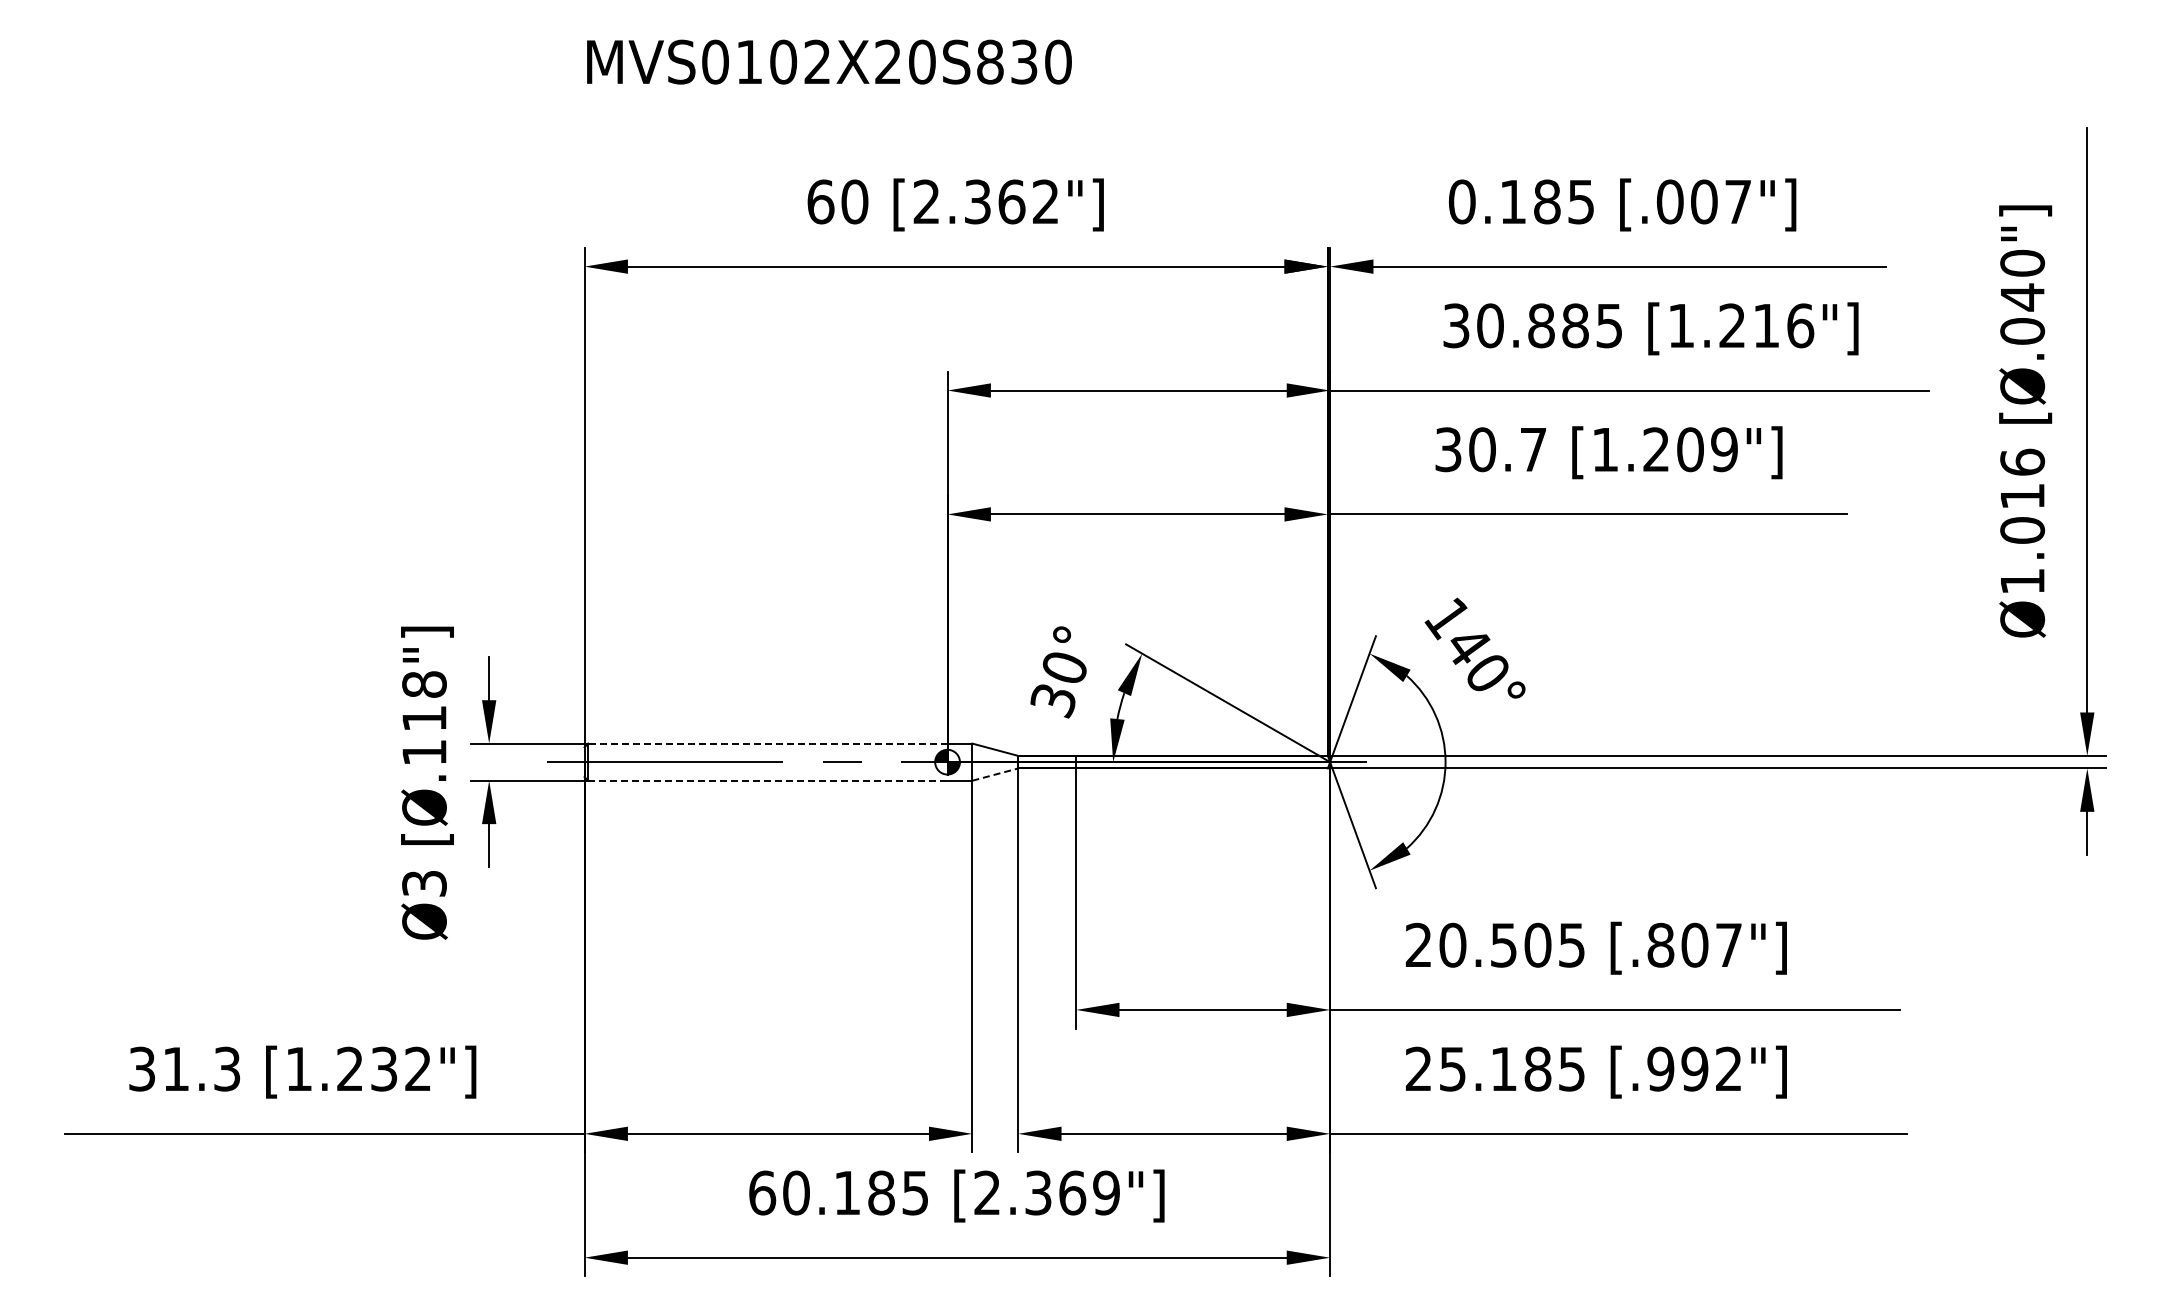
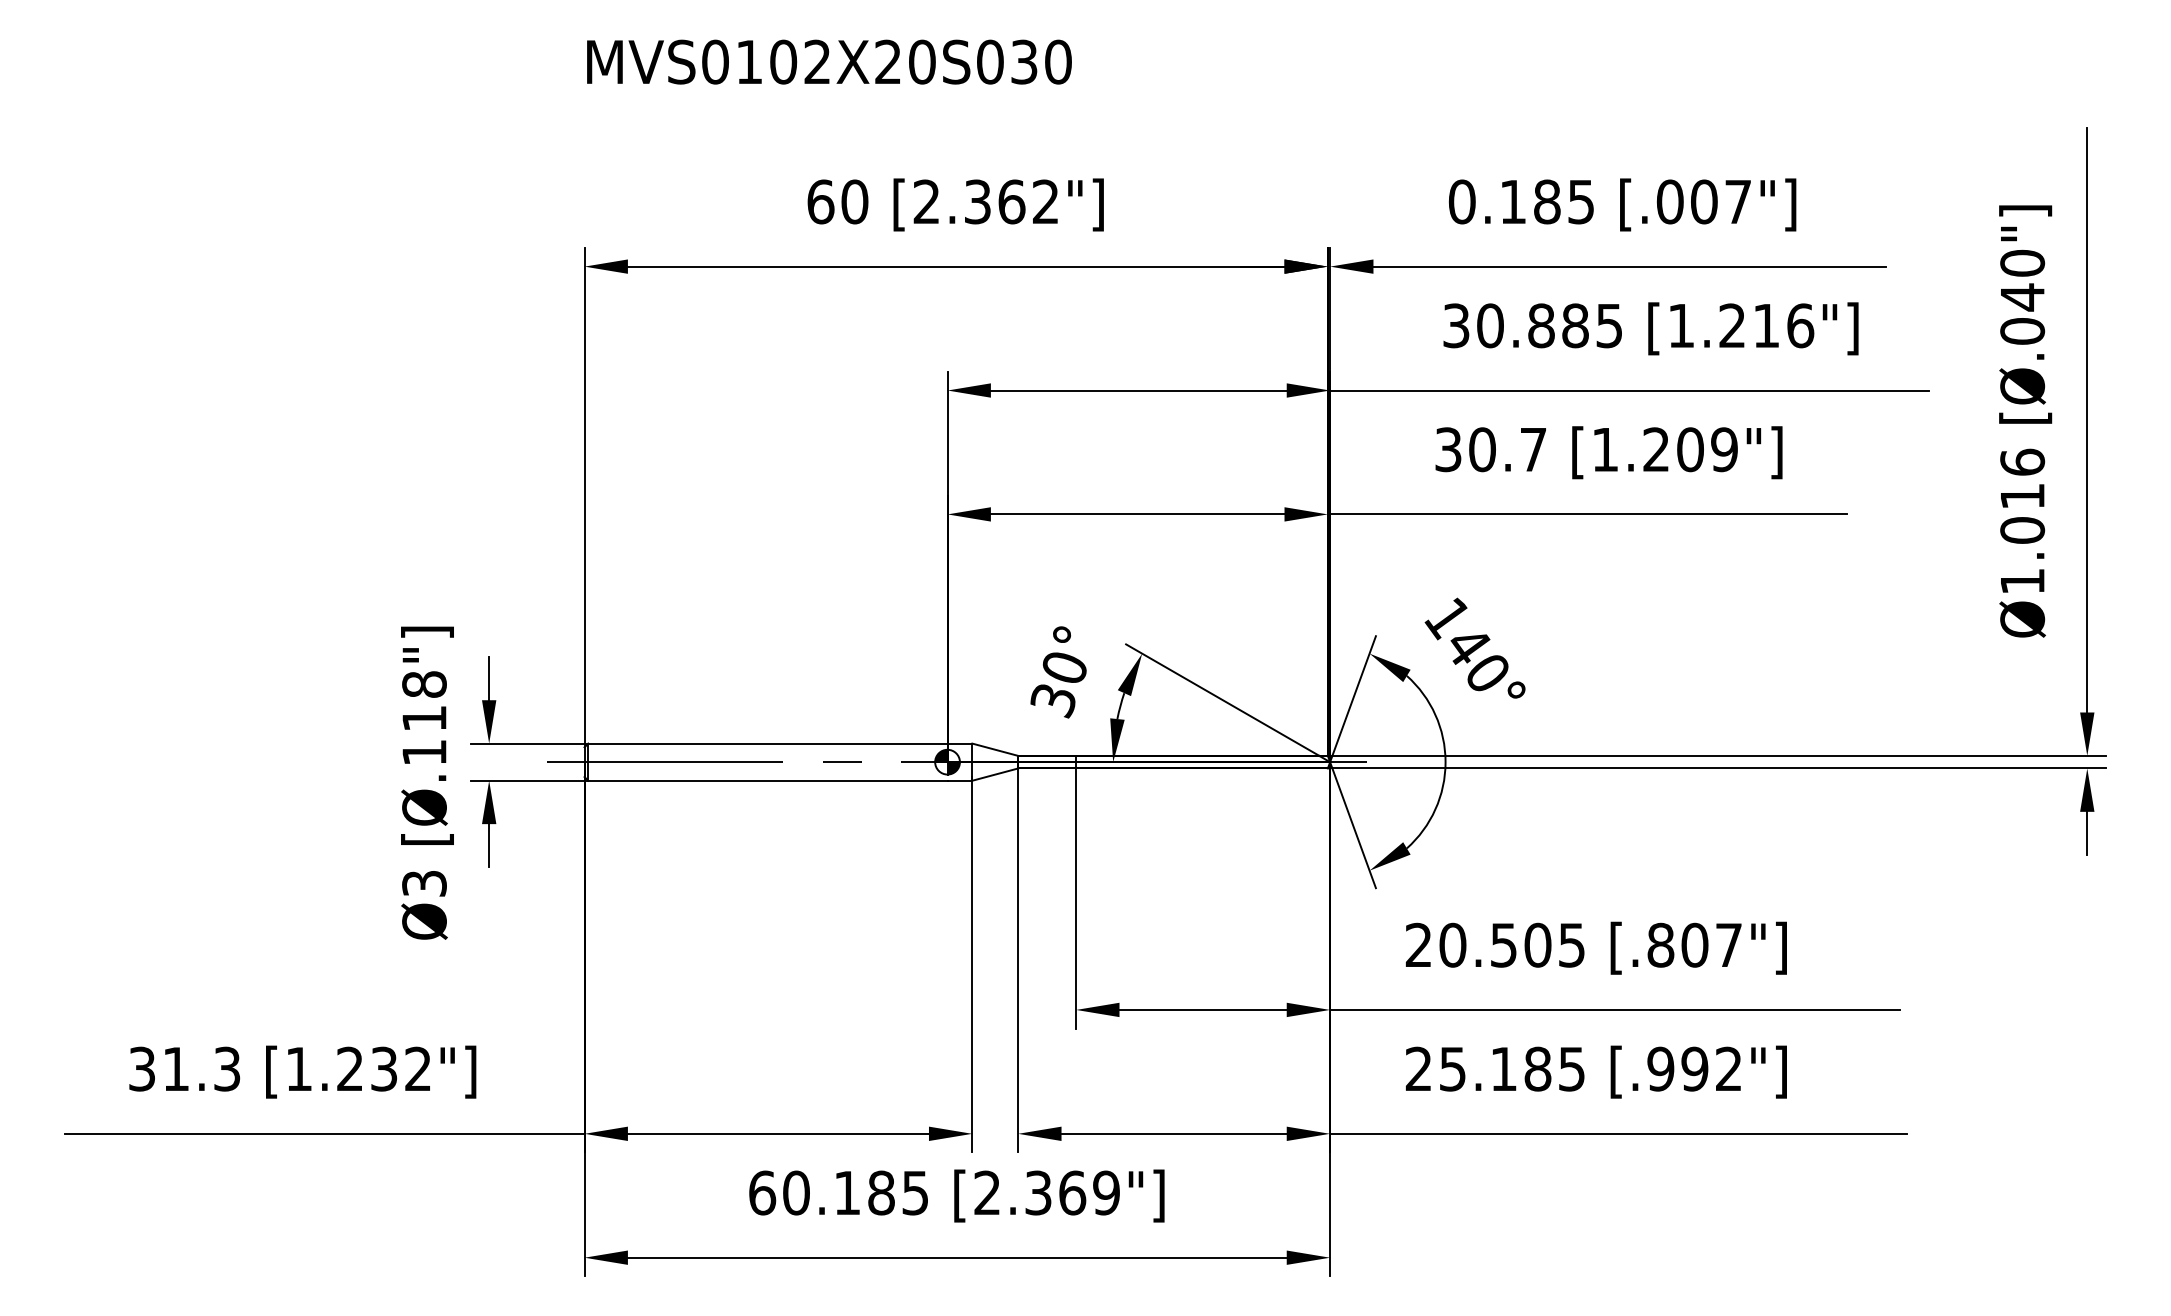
text at (990, 62): MVS0102X20S830 -> MVS0102X20S030
line at (767, 743): dashed -> solid
line at (995, 774): dashed -> solid
line at (767, 780): dashed -> solid
